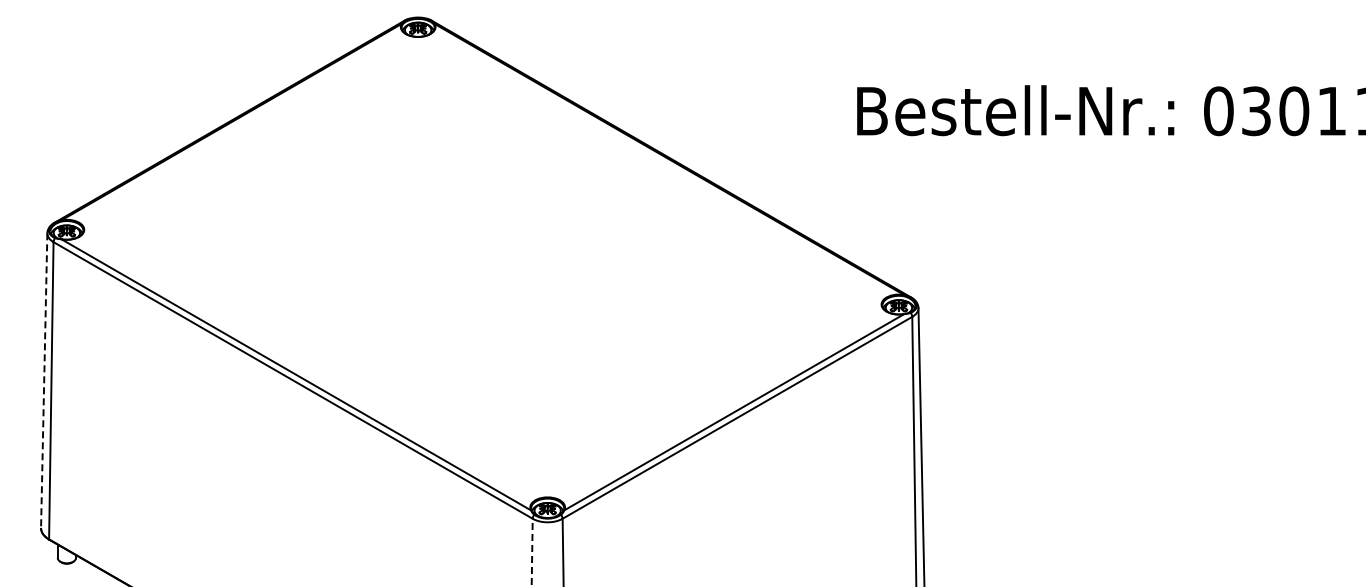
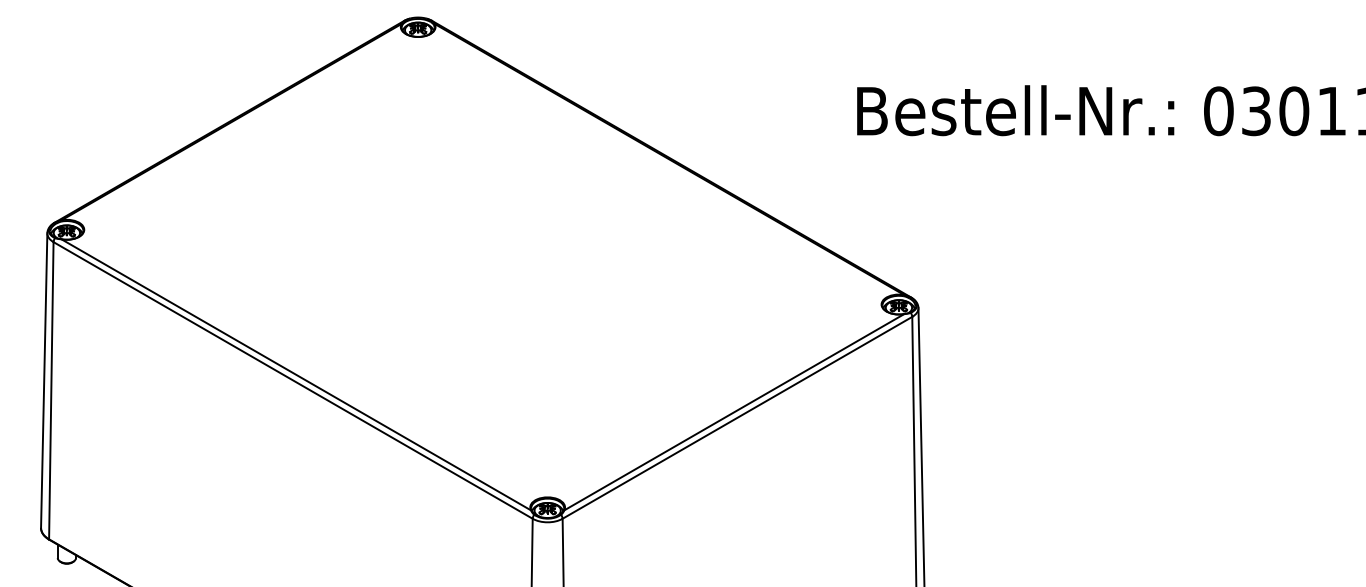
line at (44, 381): dashed -> solid
line at (532, 552): dashed -> solid
